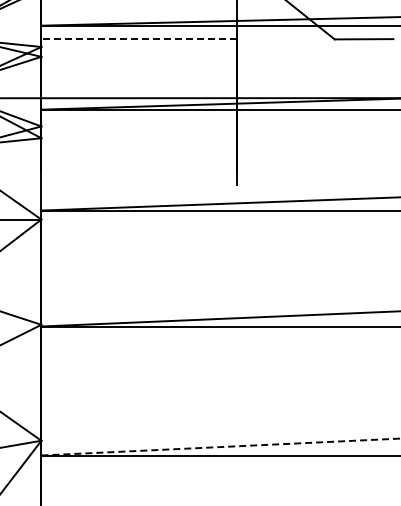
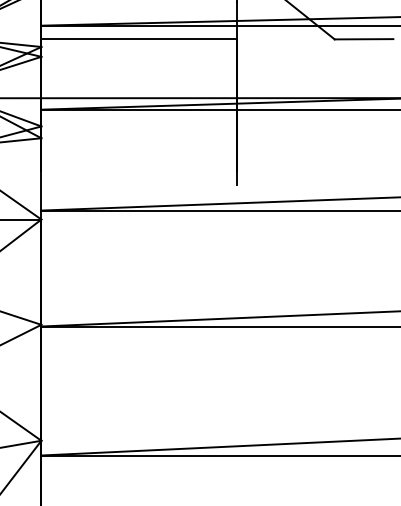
line at (139, 39): dashed -> solid
line at (221, 447): dashed -> solid
